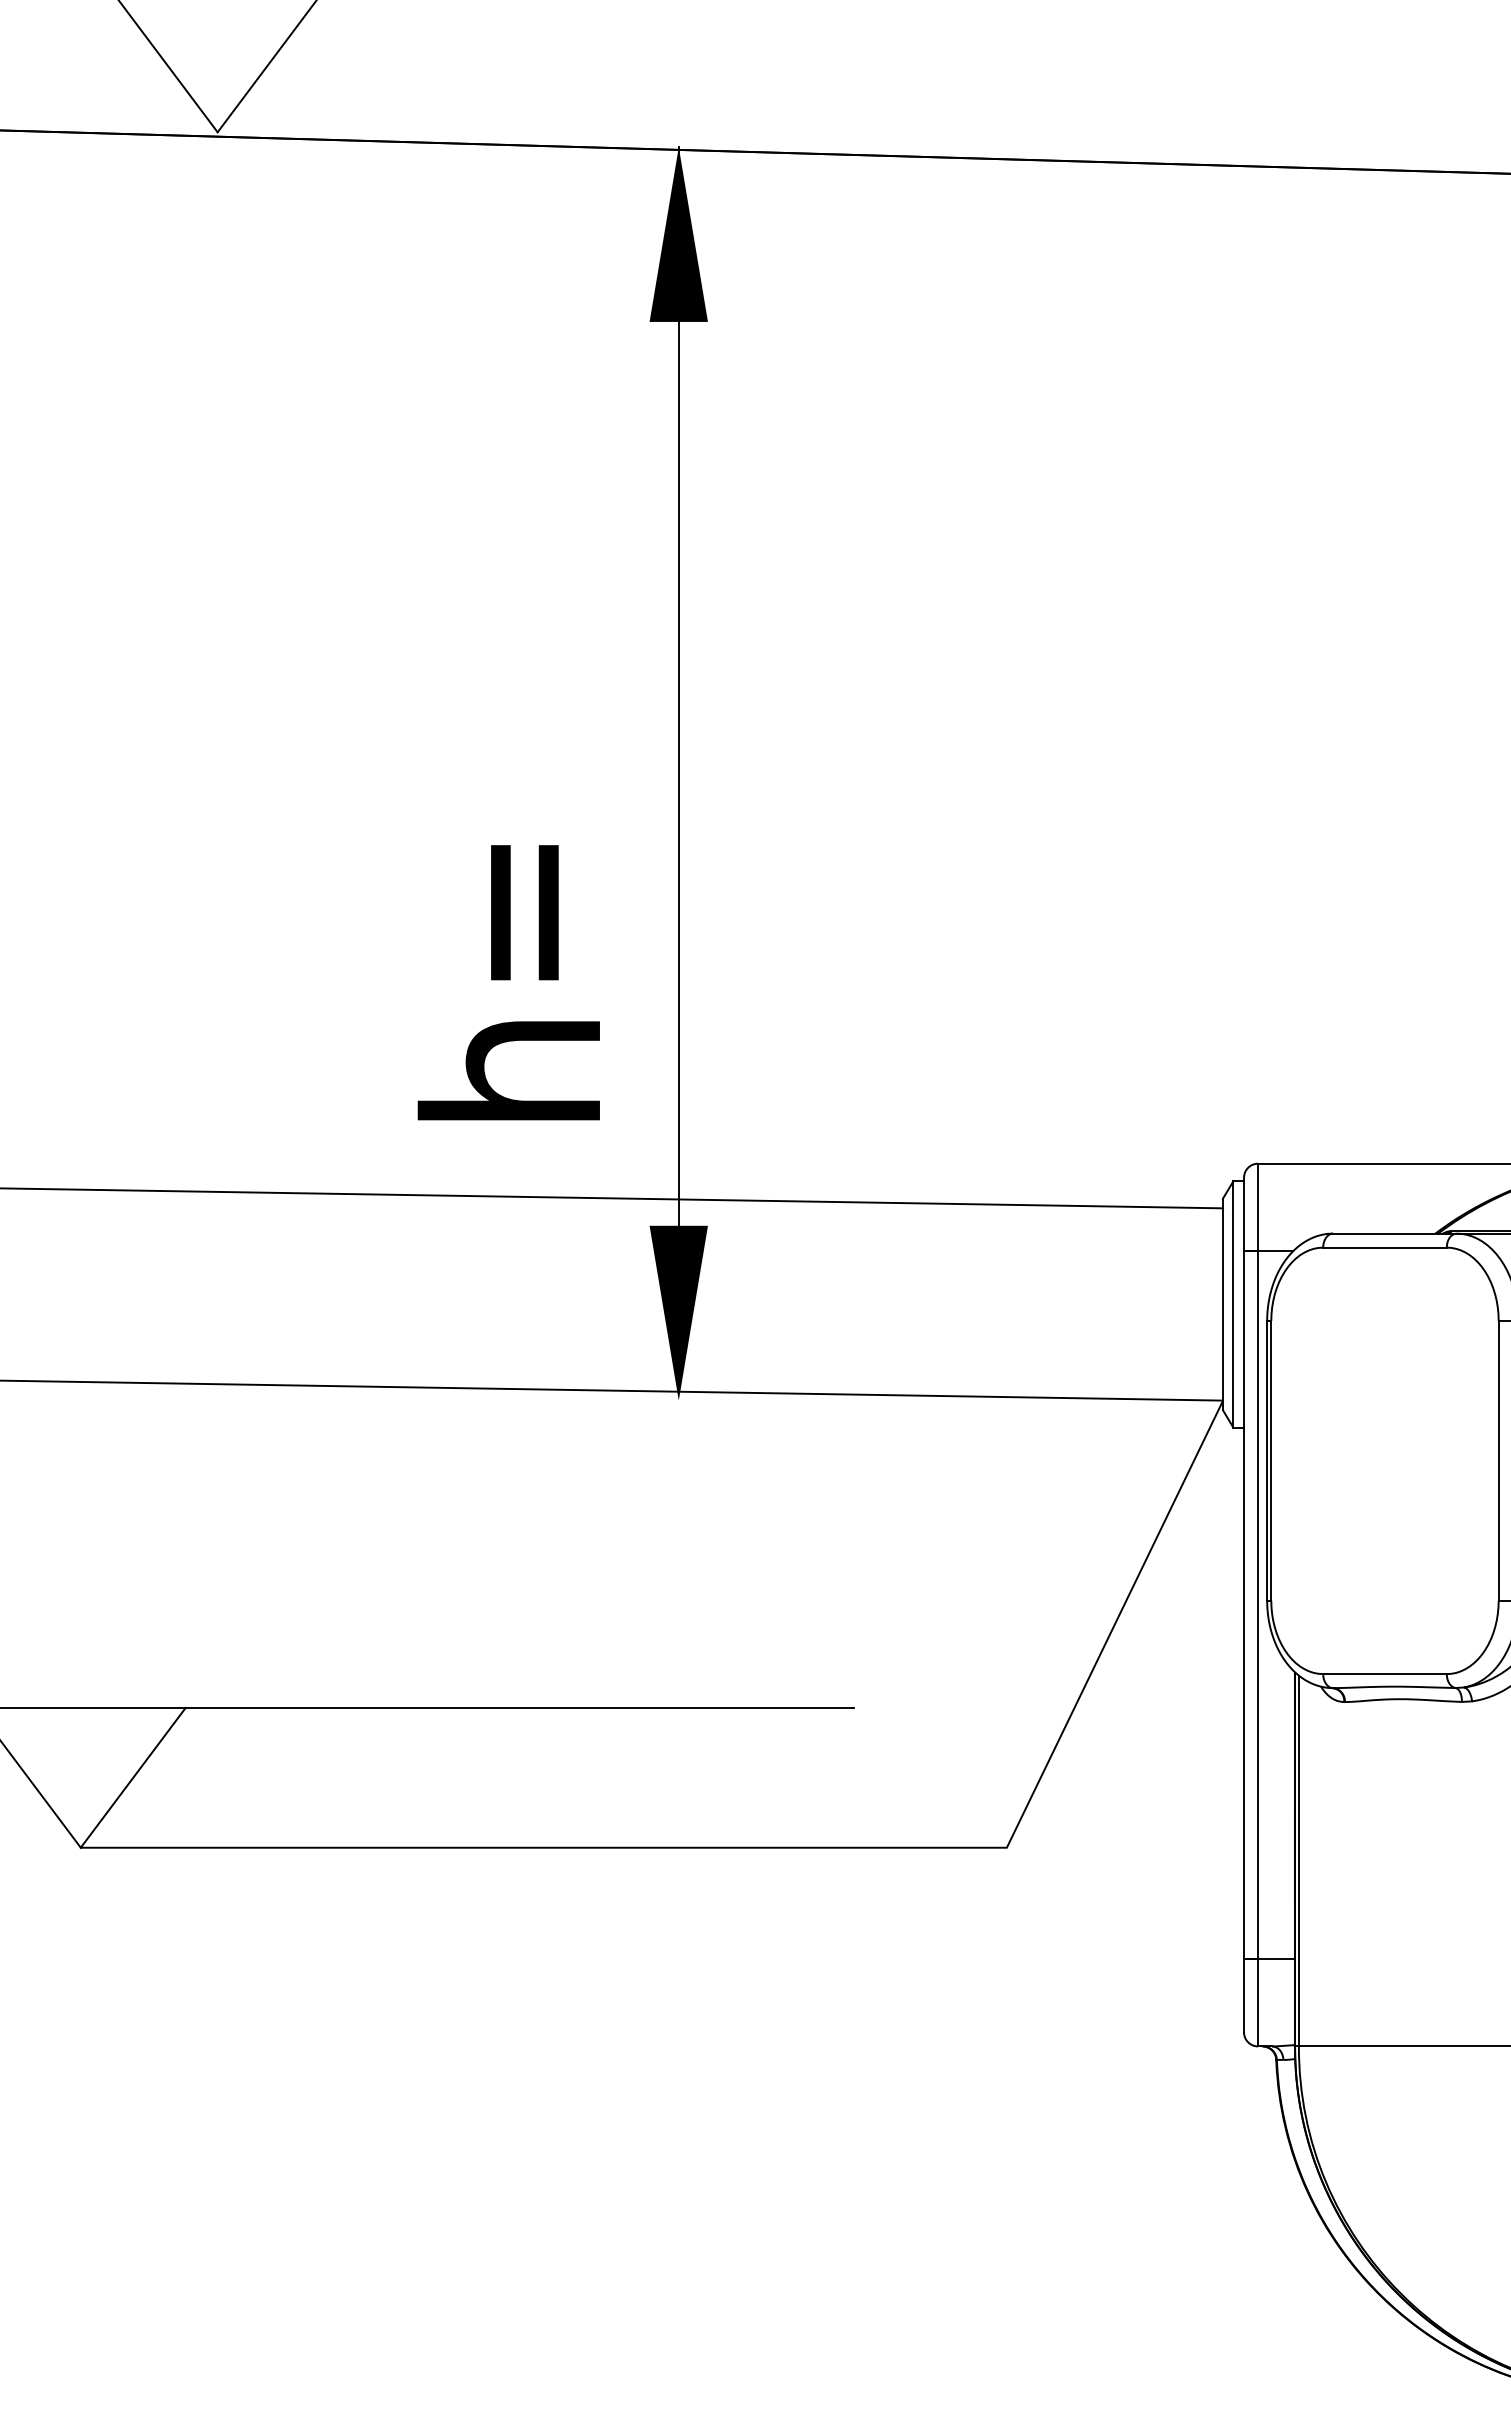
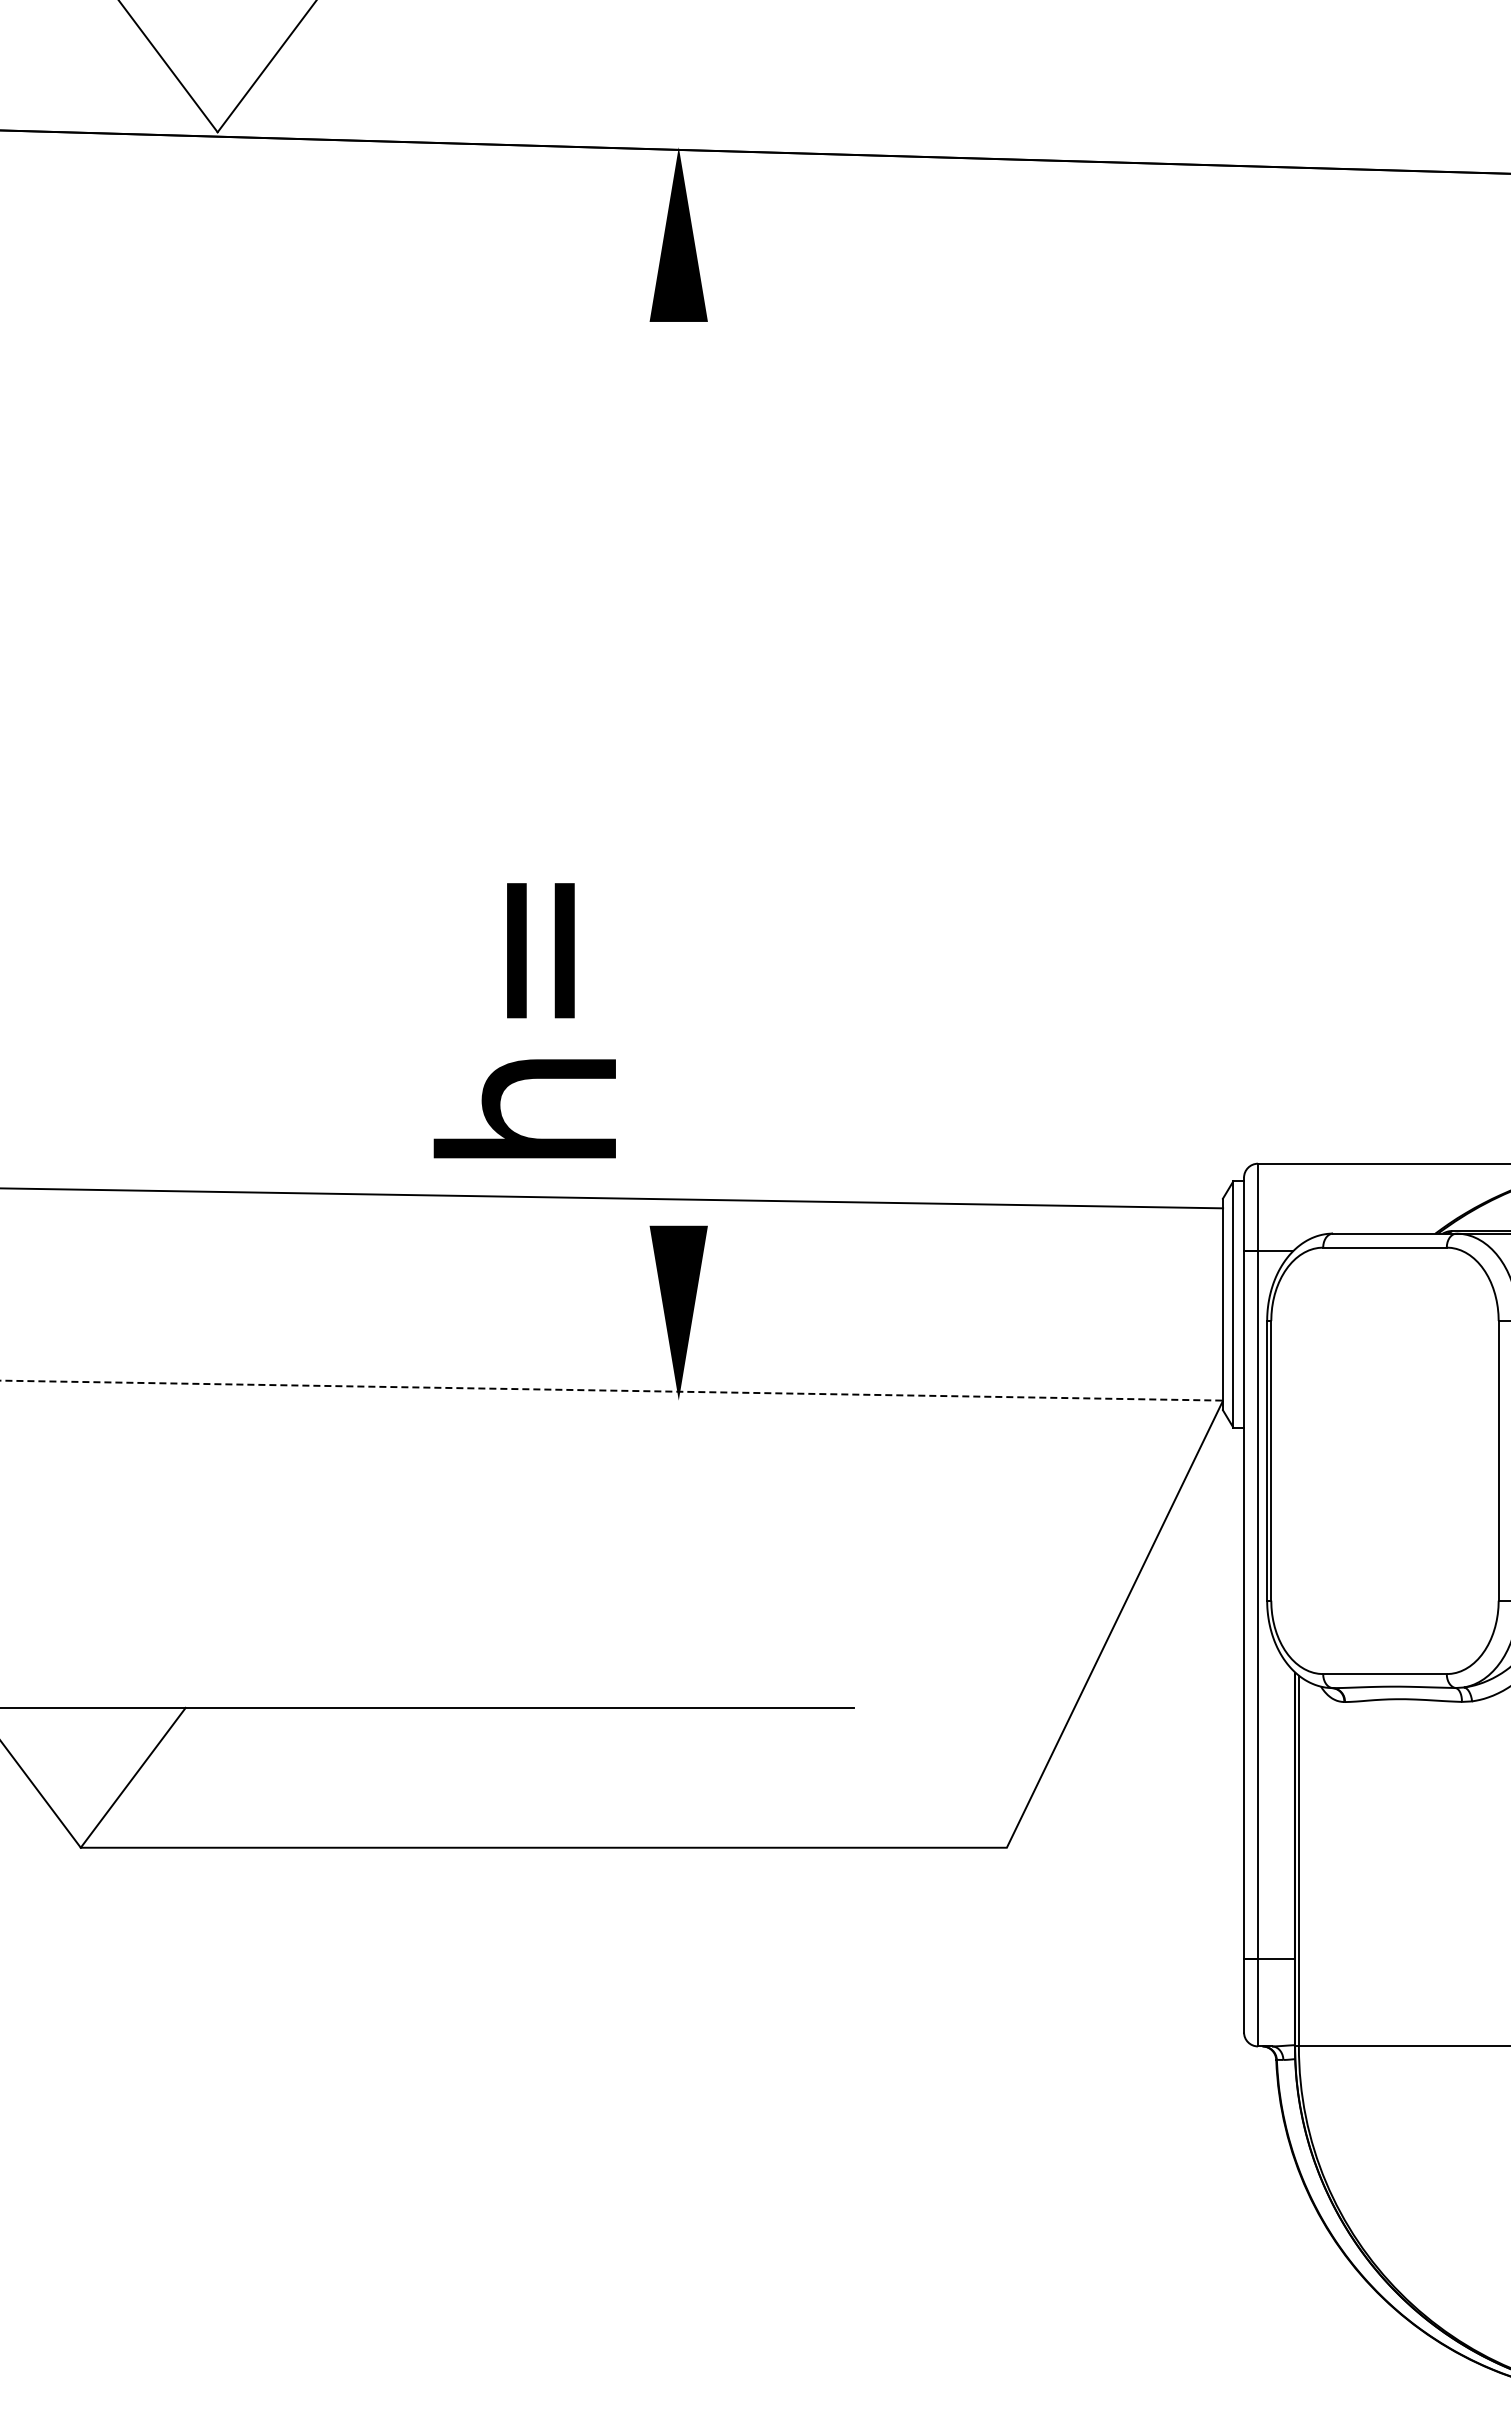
line at (678, 686): present -> none
text at (508, 982) position: (508, 982) -> (524, 1020)
line at (612, 1390): solid -> dashed
